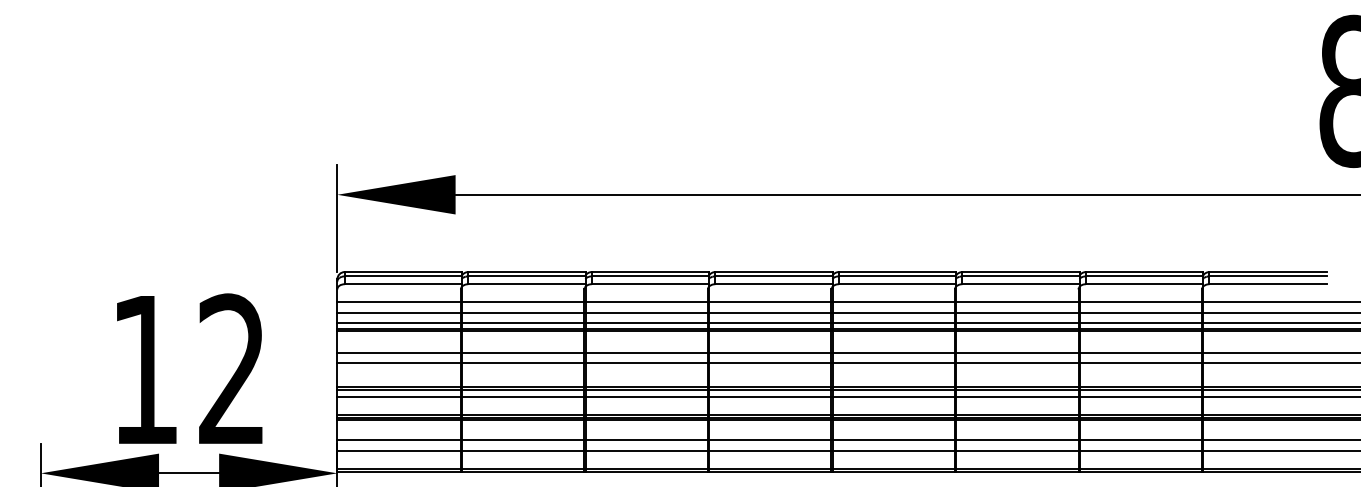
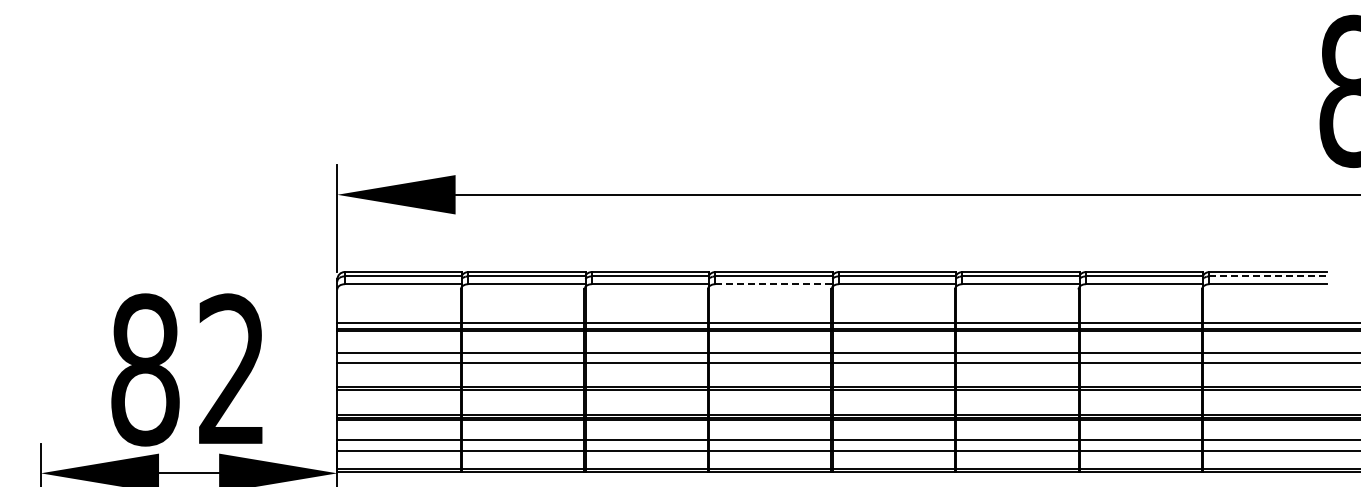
line at (1268, 276): solid -> dashed
line at (773, 284): solid -> dashed
line at (847, 301): present -> none
line at (847, 312): present -> none
text at (145, 369): 12 -> 82
line at (847, 397): present -> none
